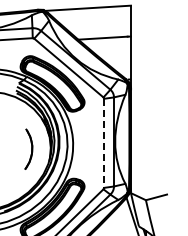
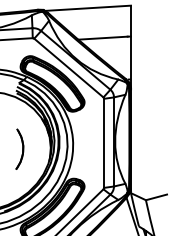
line at (104, 143): dashed -> solid
part at (28, 148) position: (28, 148) -> (19, 148)
